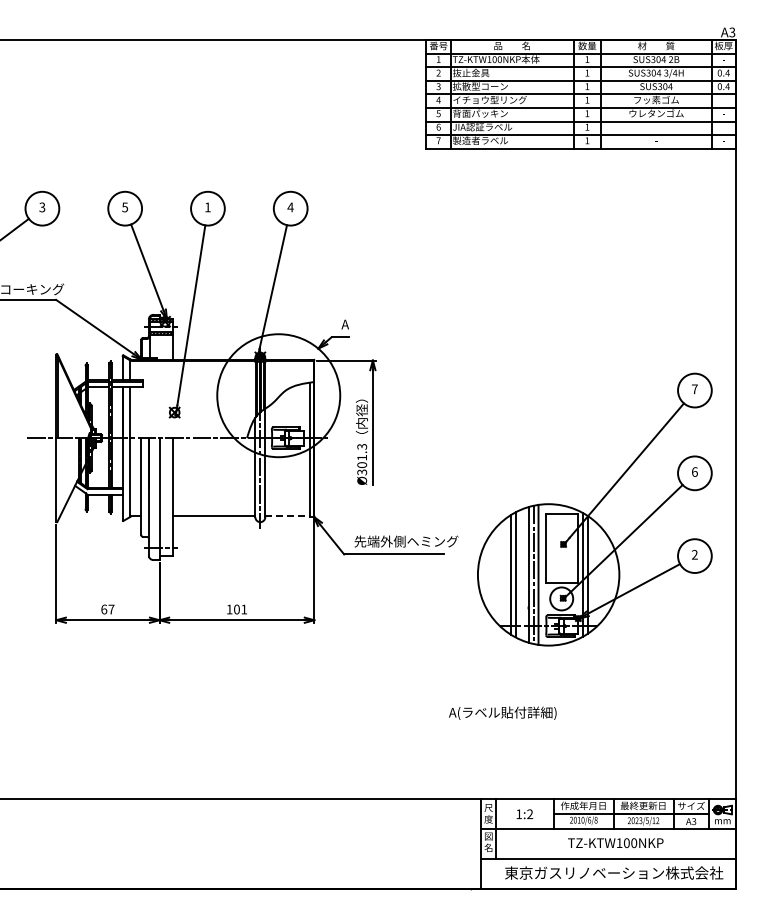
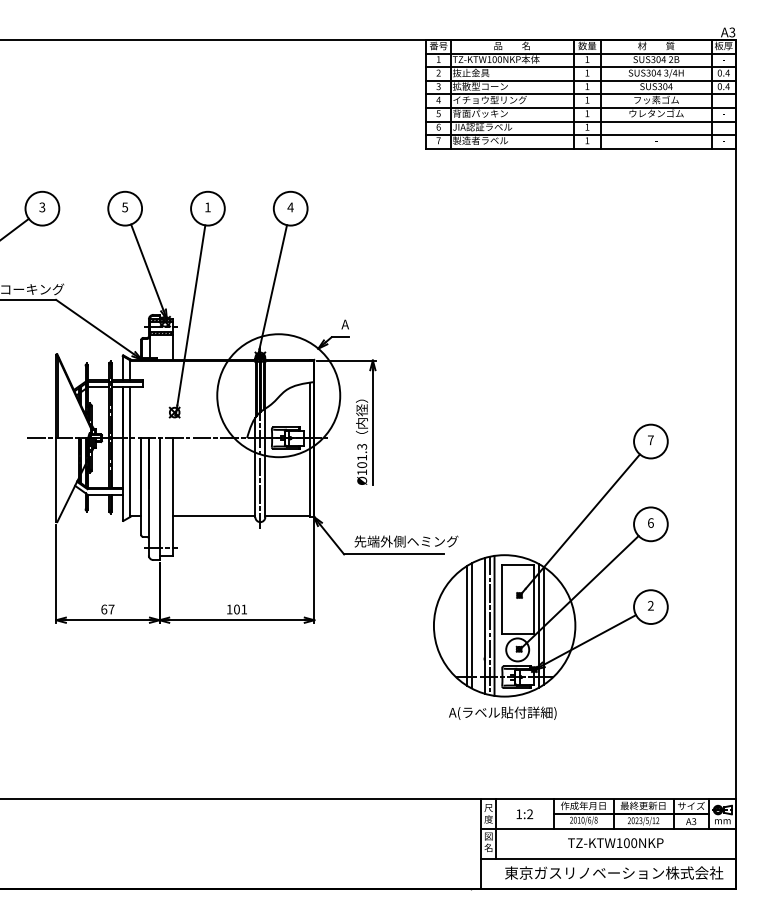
text at (362, 472): Ø301.3 -> Ø101.3
part at (594, 509) position: (594, 509) -> (550, 560)
line at (288, 516): dashed -> solid
